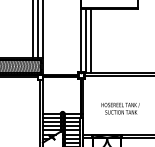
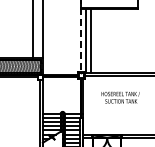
line at (37, 30): present -> none
line at (81, 36): solid -> dashed
text at (120, 108) position: (120, 108) -> (120, 97)
